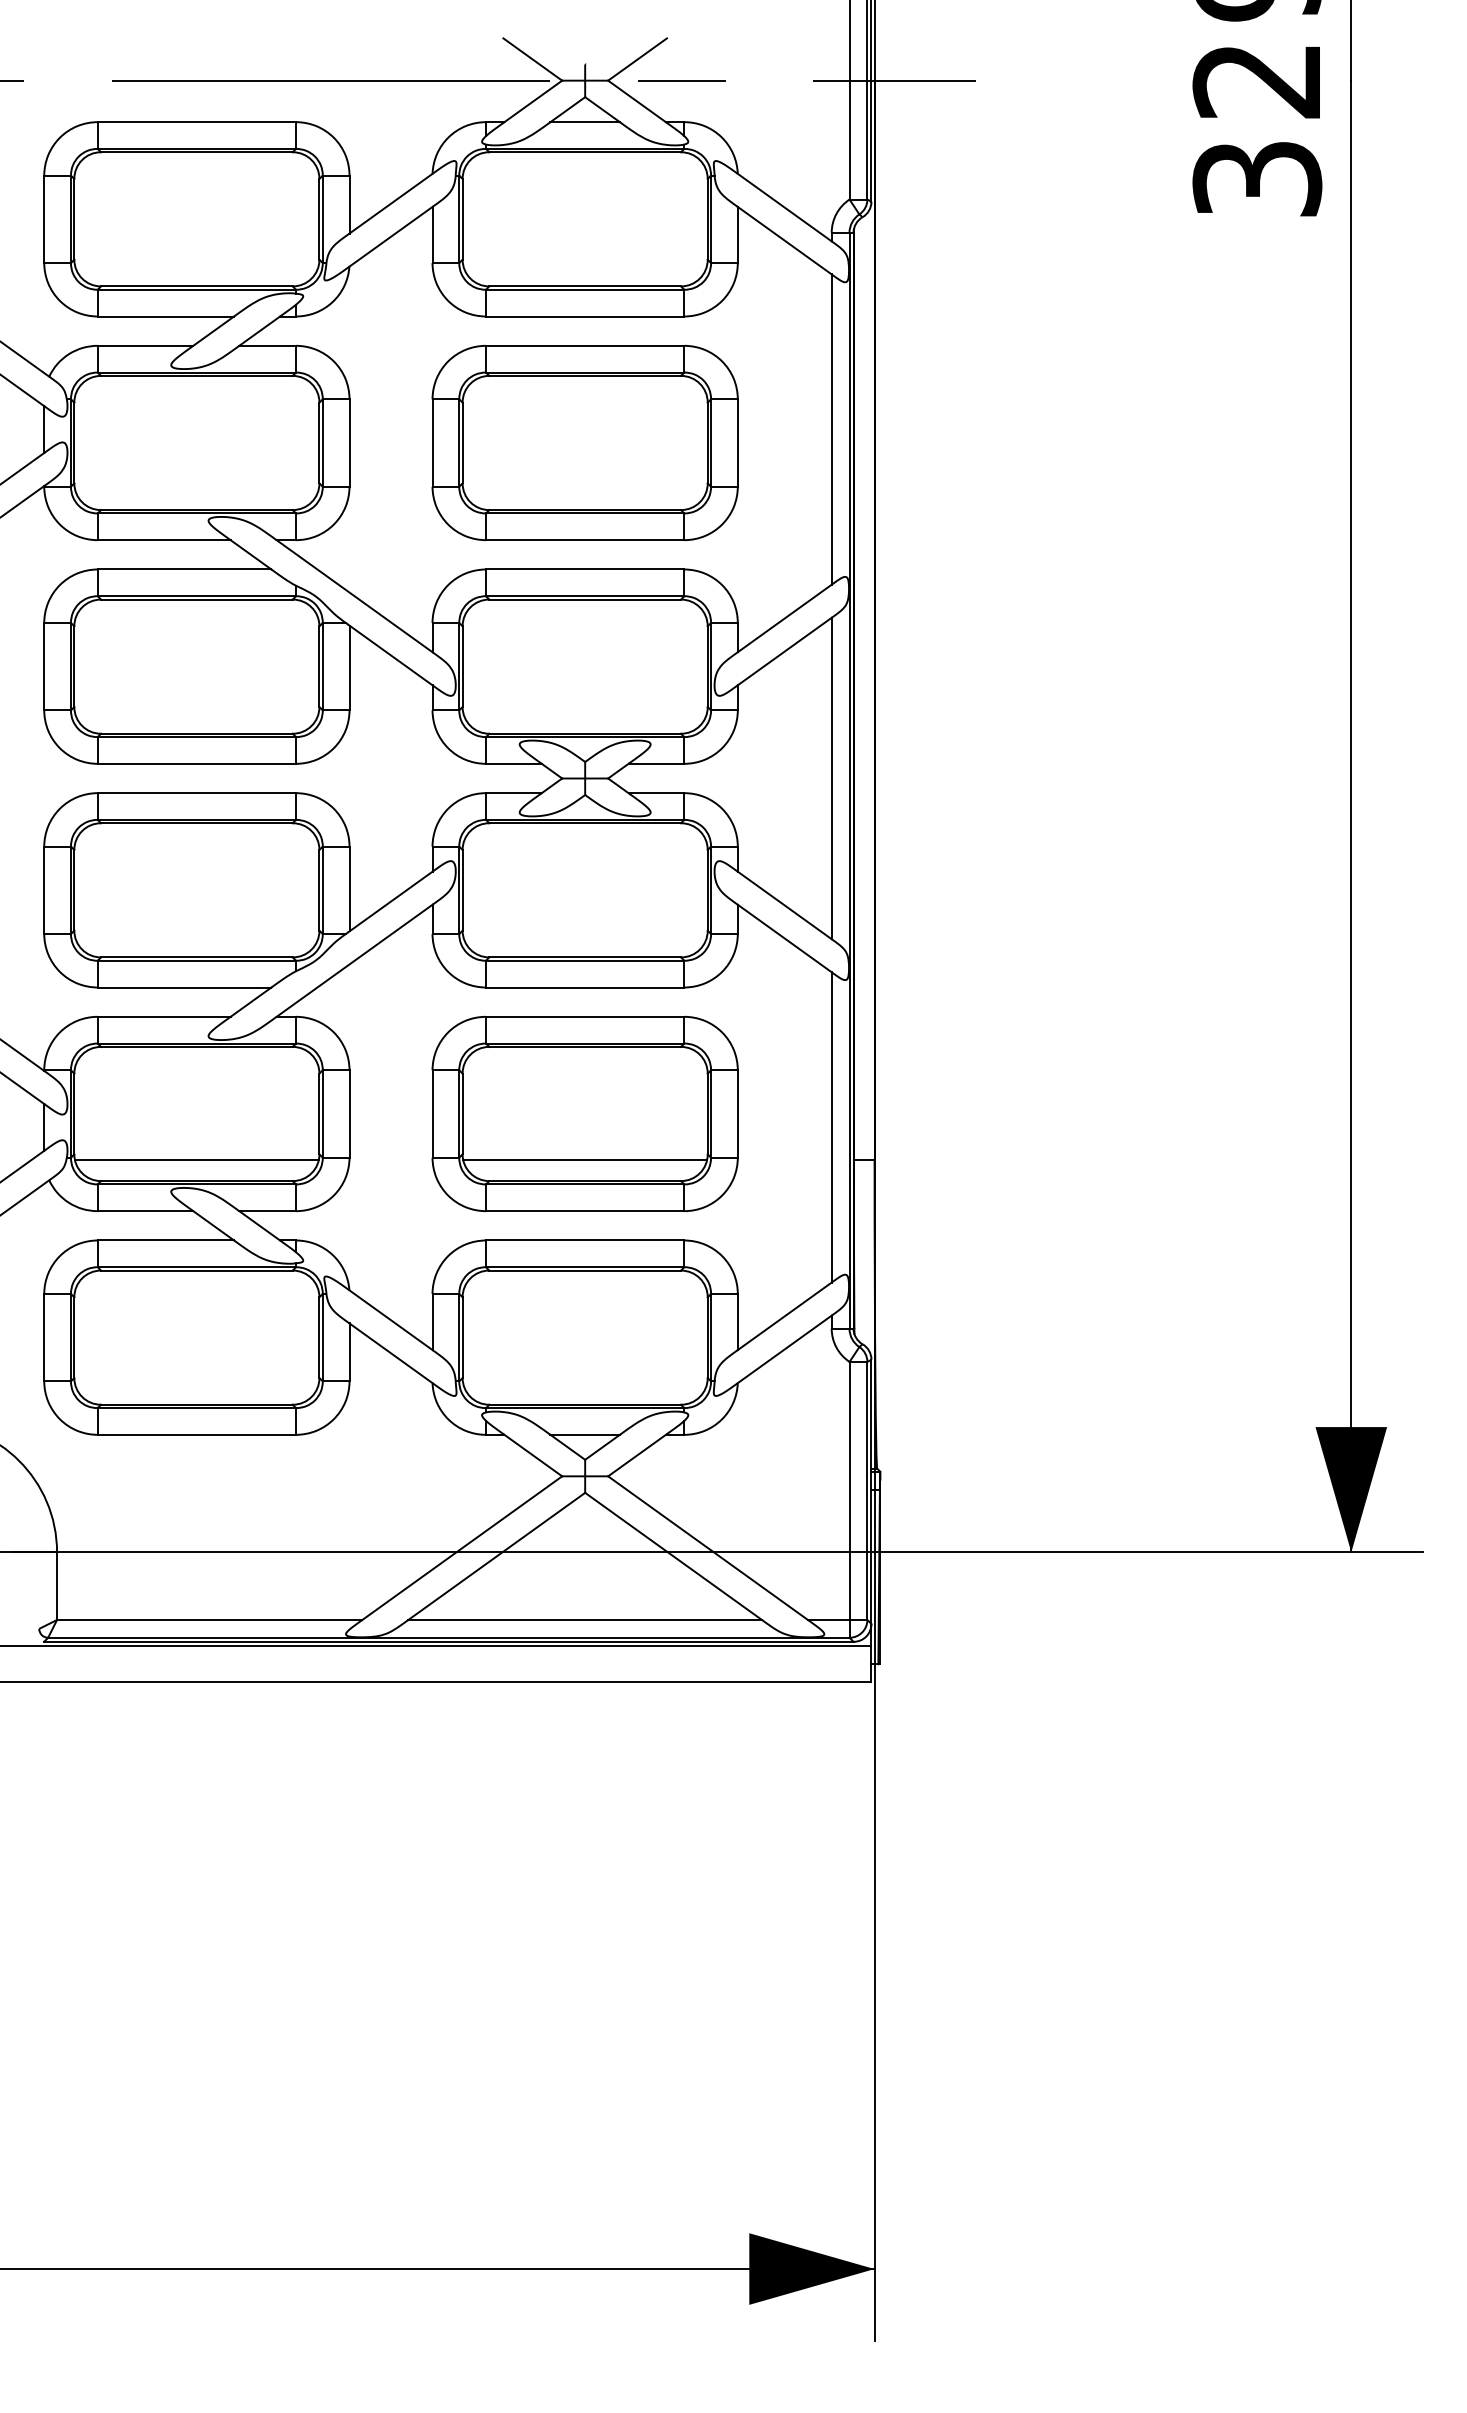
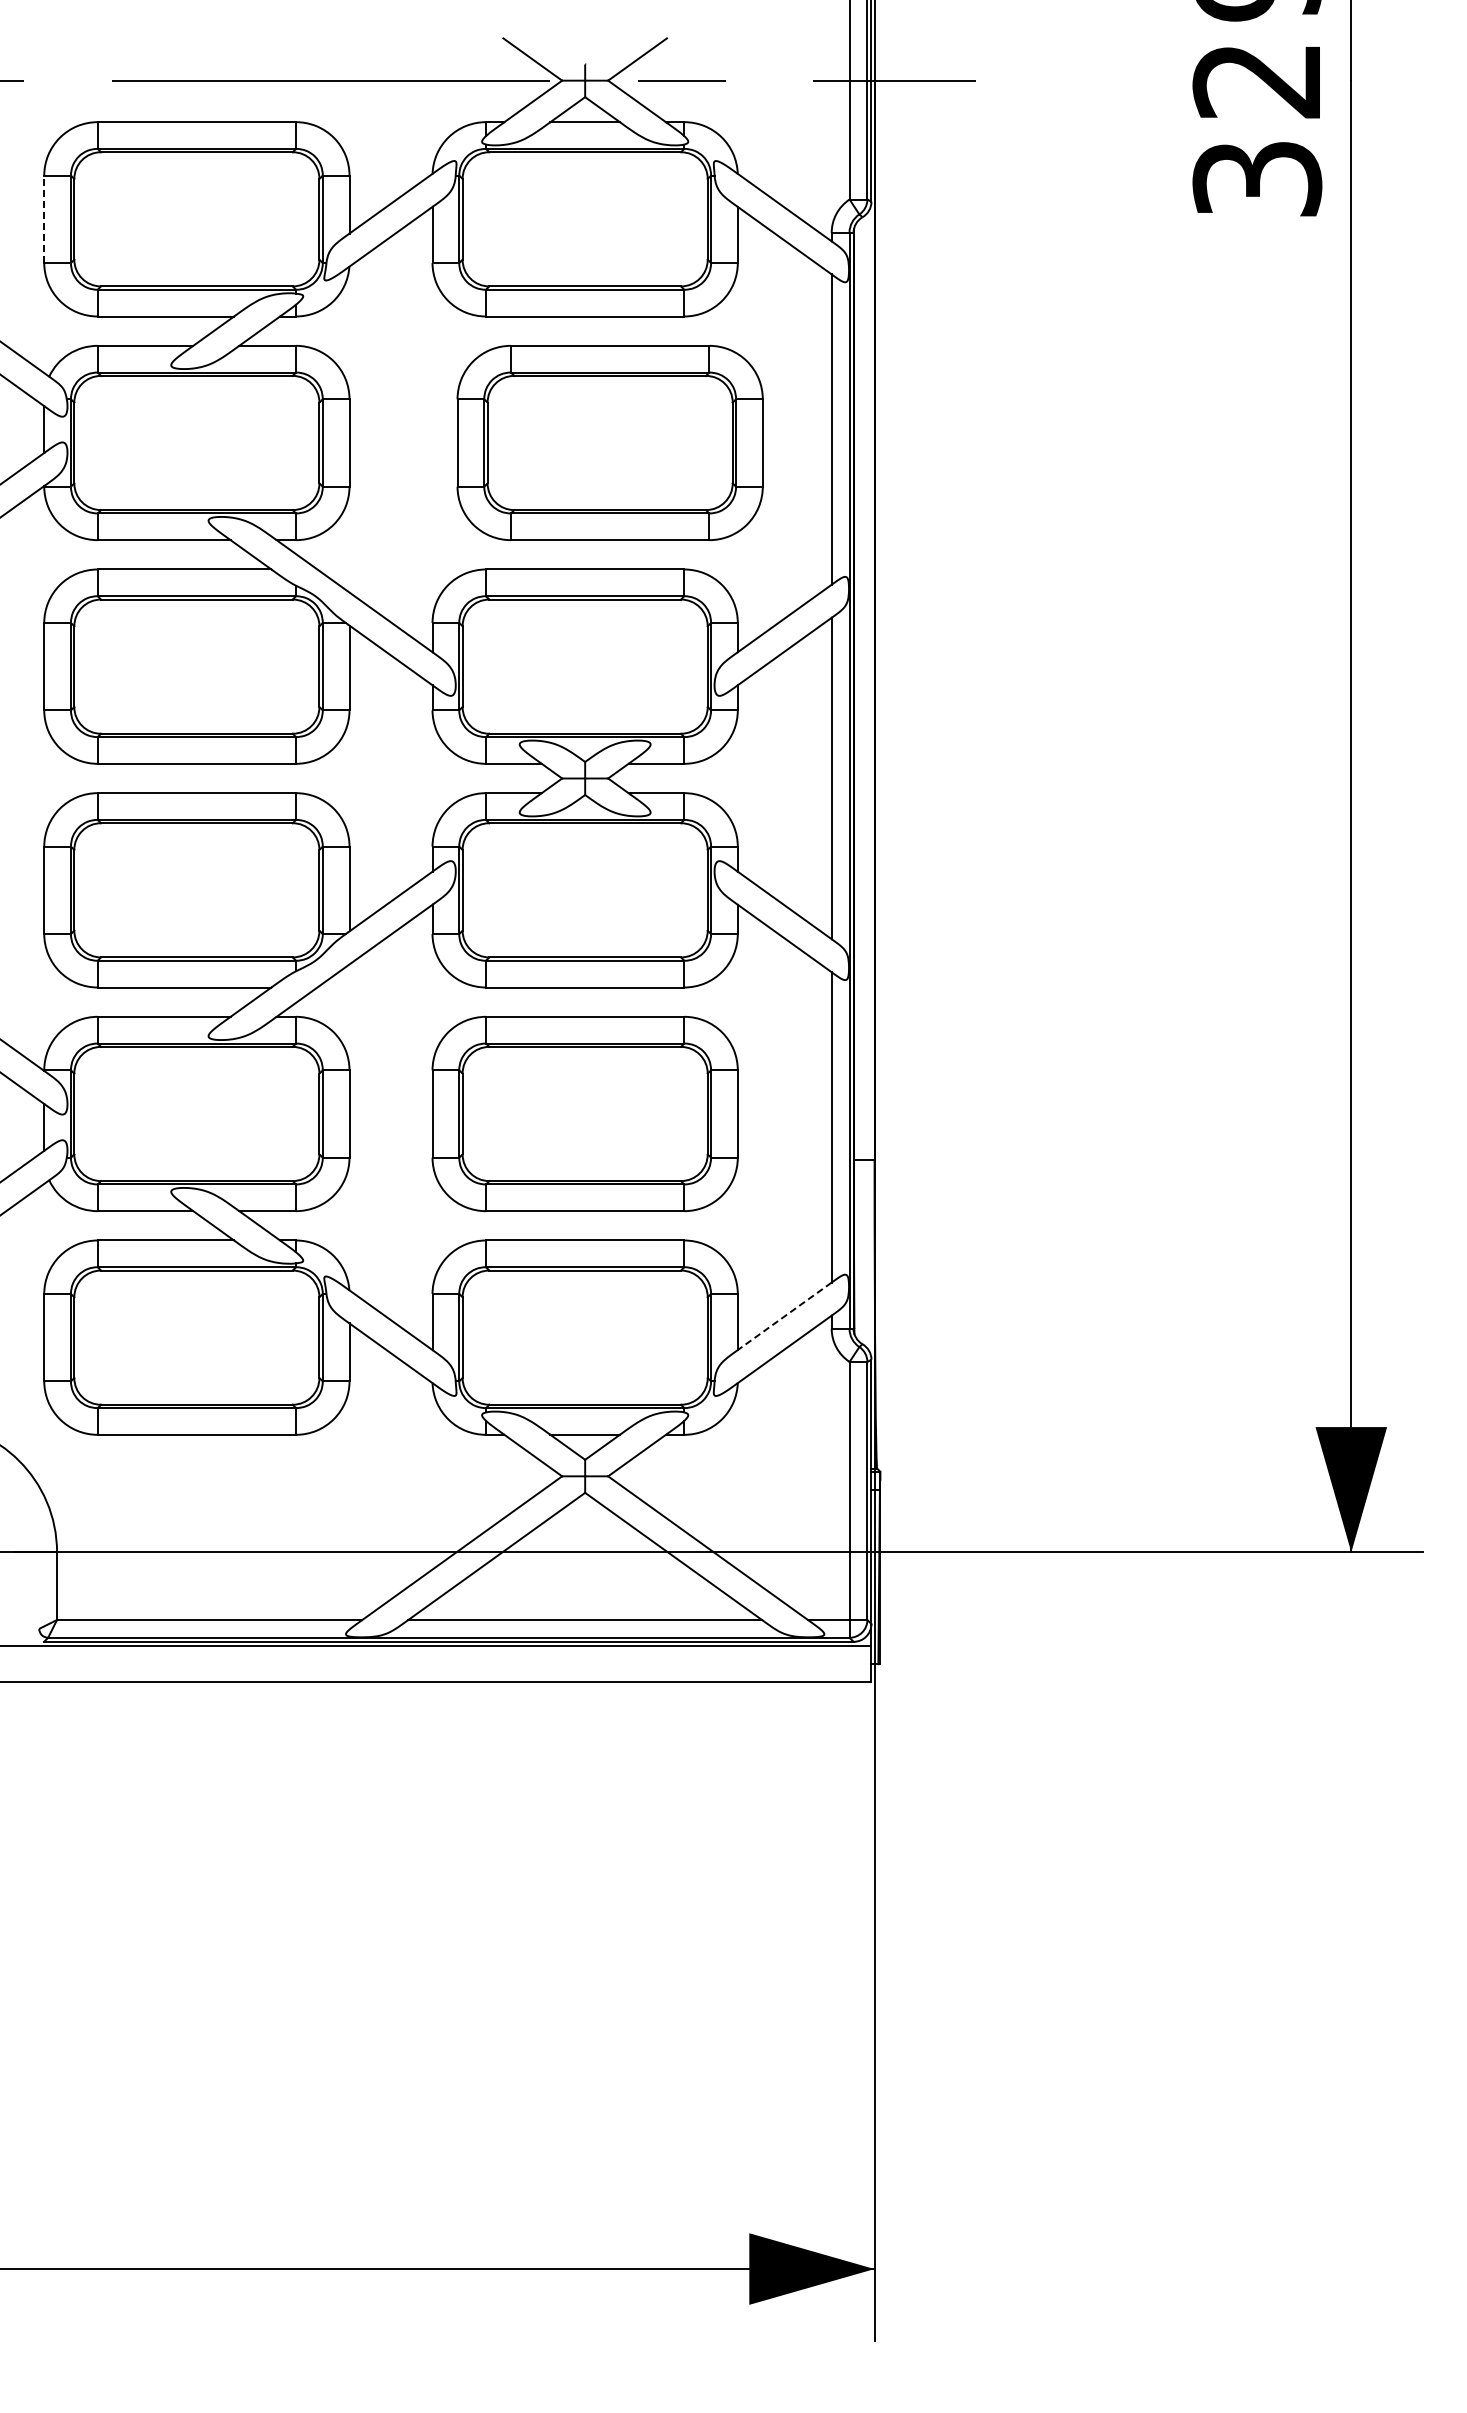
line at (44, 219): solid -> dashed
part at (584, 442) position: (584, 442) -> (609, 442)
line at (196, 1160): present -> none
line at (585, 1160): present -> none
line at (784, 1316): solid -> dashed
